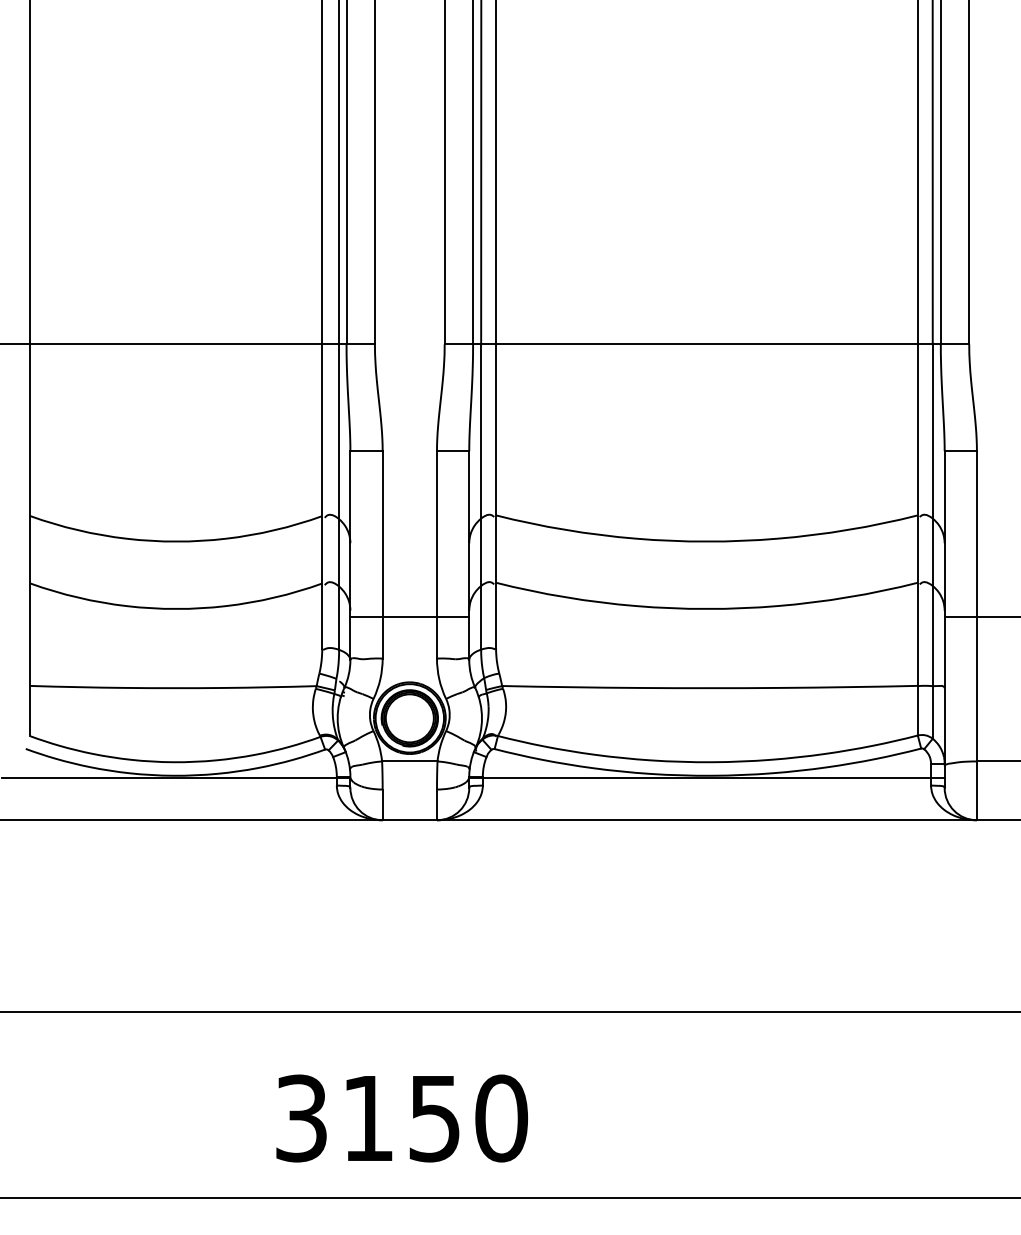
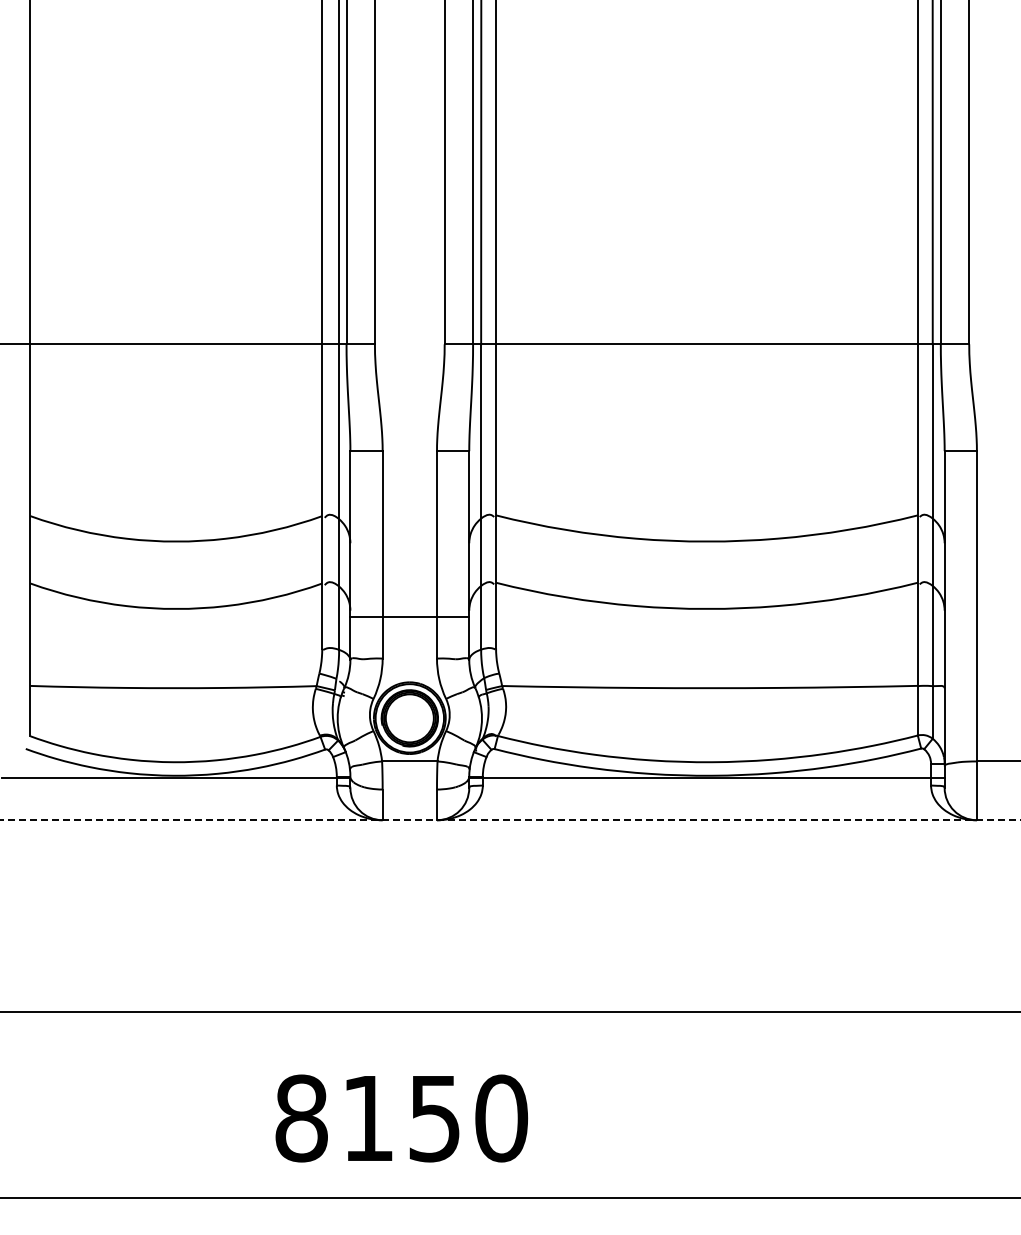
line at (980, 616): present -> none
line at (510, 820): solid -> dashed
text at (301, 1118): 3150 -> 8150
